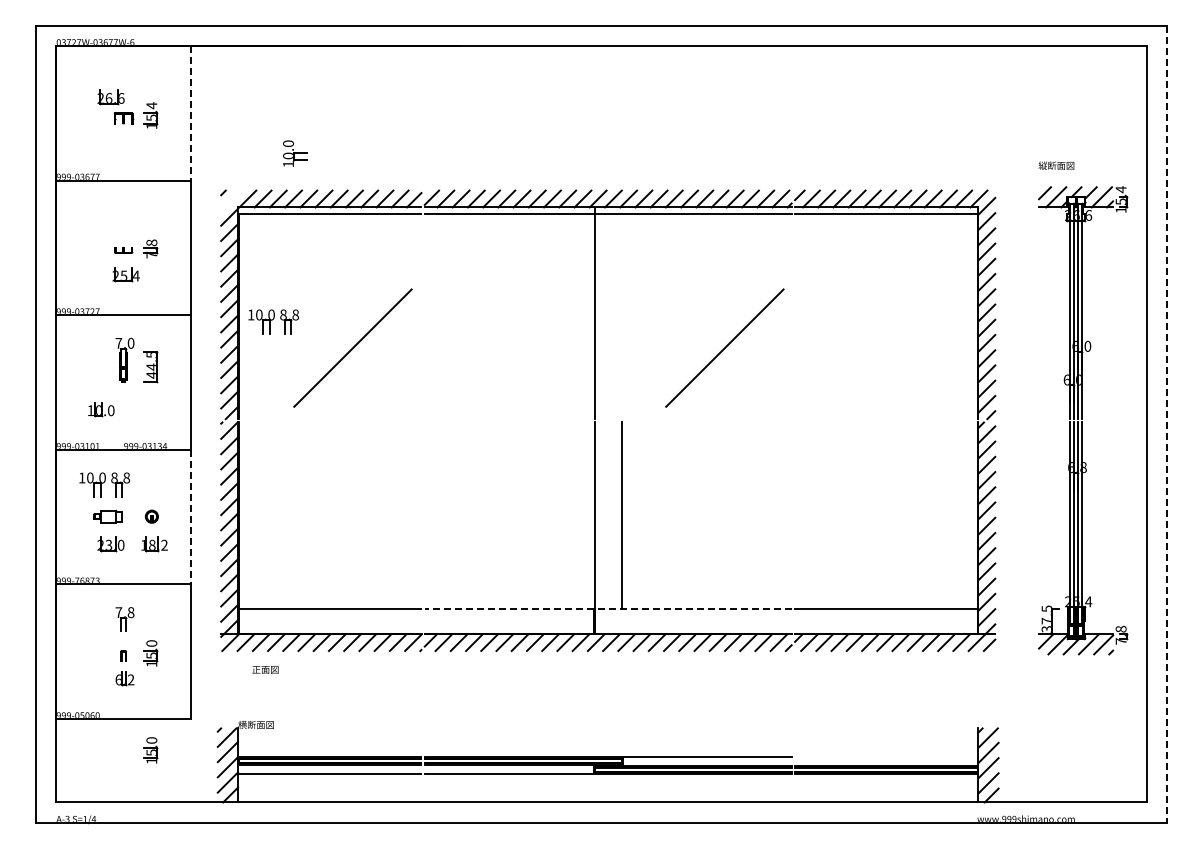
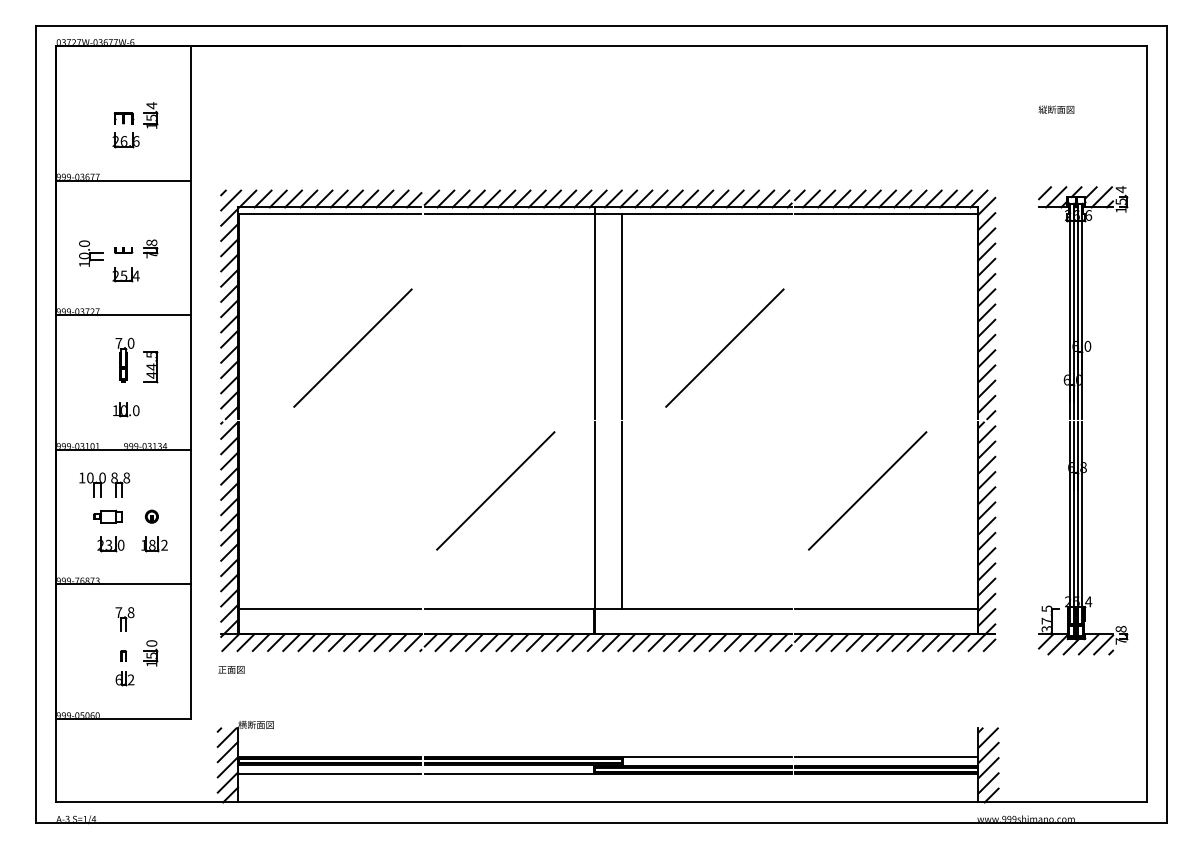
part at (110, 97) position: (110, 97) -> (125, 140)
line at (190, 113): dashed -> solid
part at (295, 153) position: (295, 153) -> (91, 253)
text at (1056, 165) position: (1056, 165) -> (1056, 109)
line at (231, 200): none -> present
line at (621, 316): none -> present
part at (273, 321): present -> none
part at (101, 409) position: (101, 409) -> (126, 409)
line at (1166, 424): dashed -> solid
line at (495, 490): none -> present
line at (867, 490): none -> present
line at (190, 517): dashed -> solid
line at (607, 608): dashed -> solid
text at (265, 669) position: (265, 669) -> (231, 669)
part at (150, 750): present -> none
line at (886, 756): none -> present
